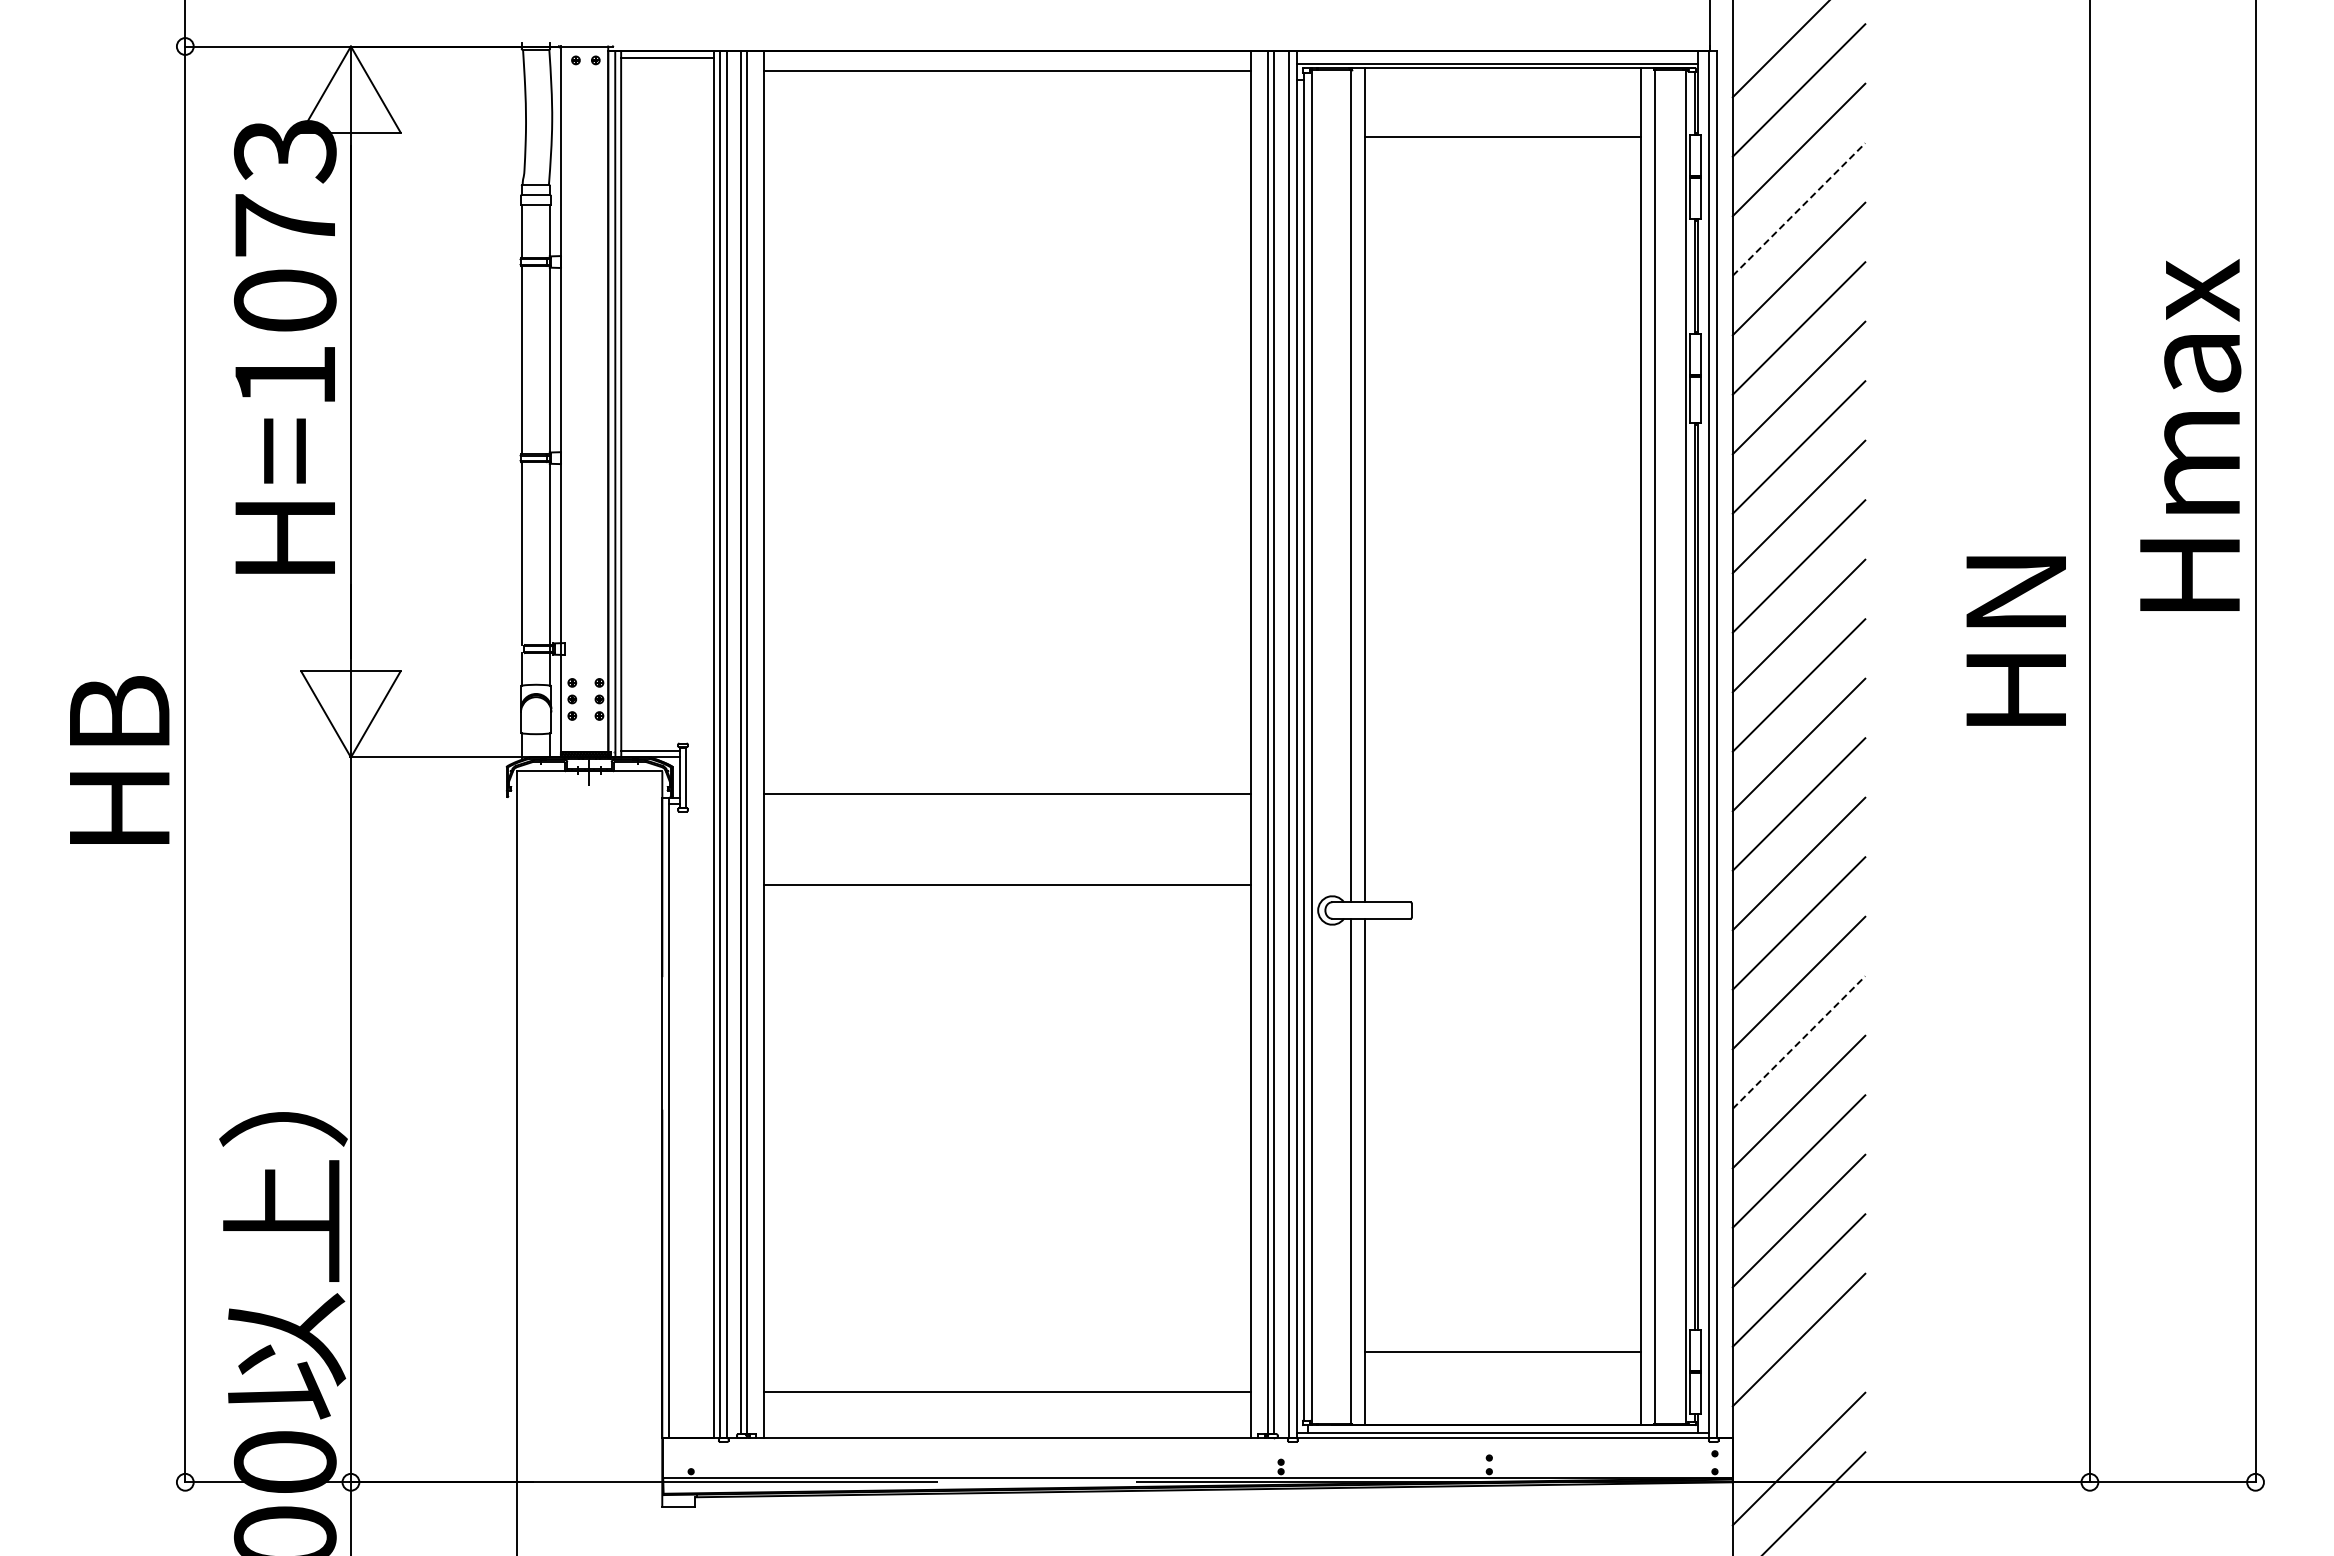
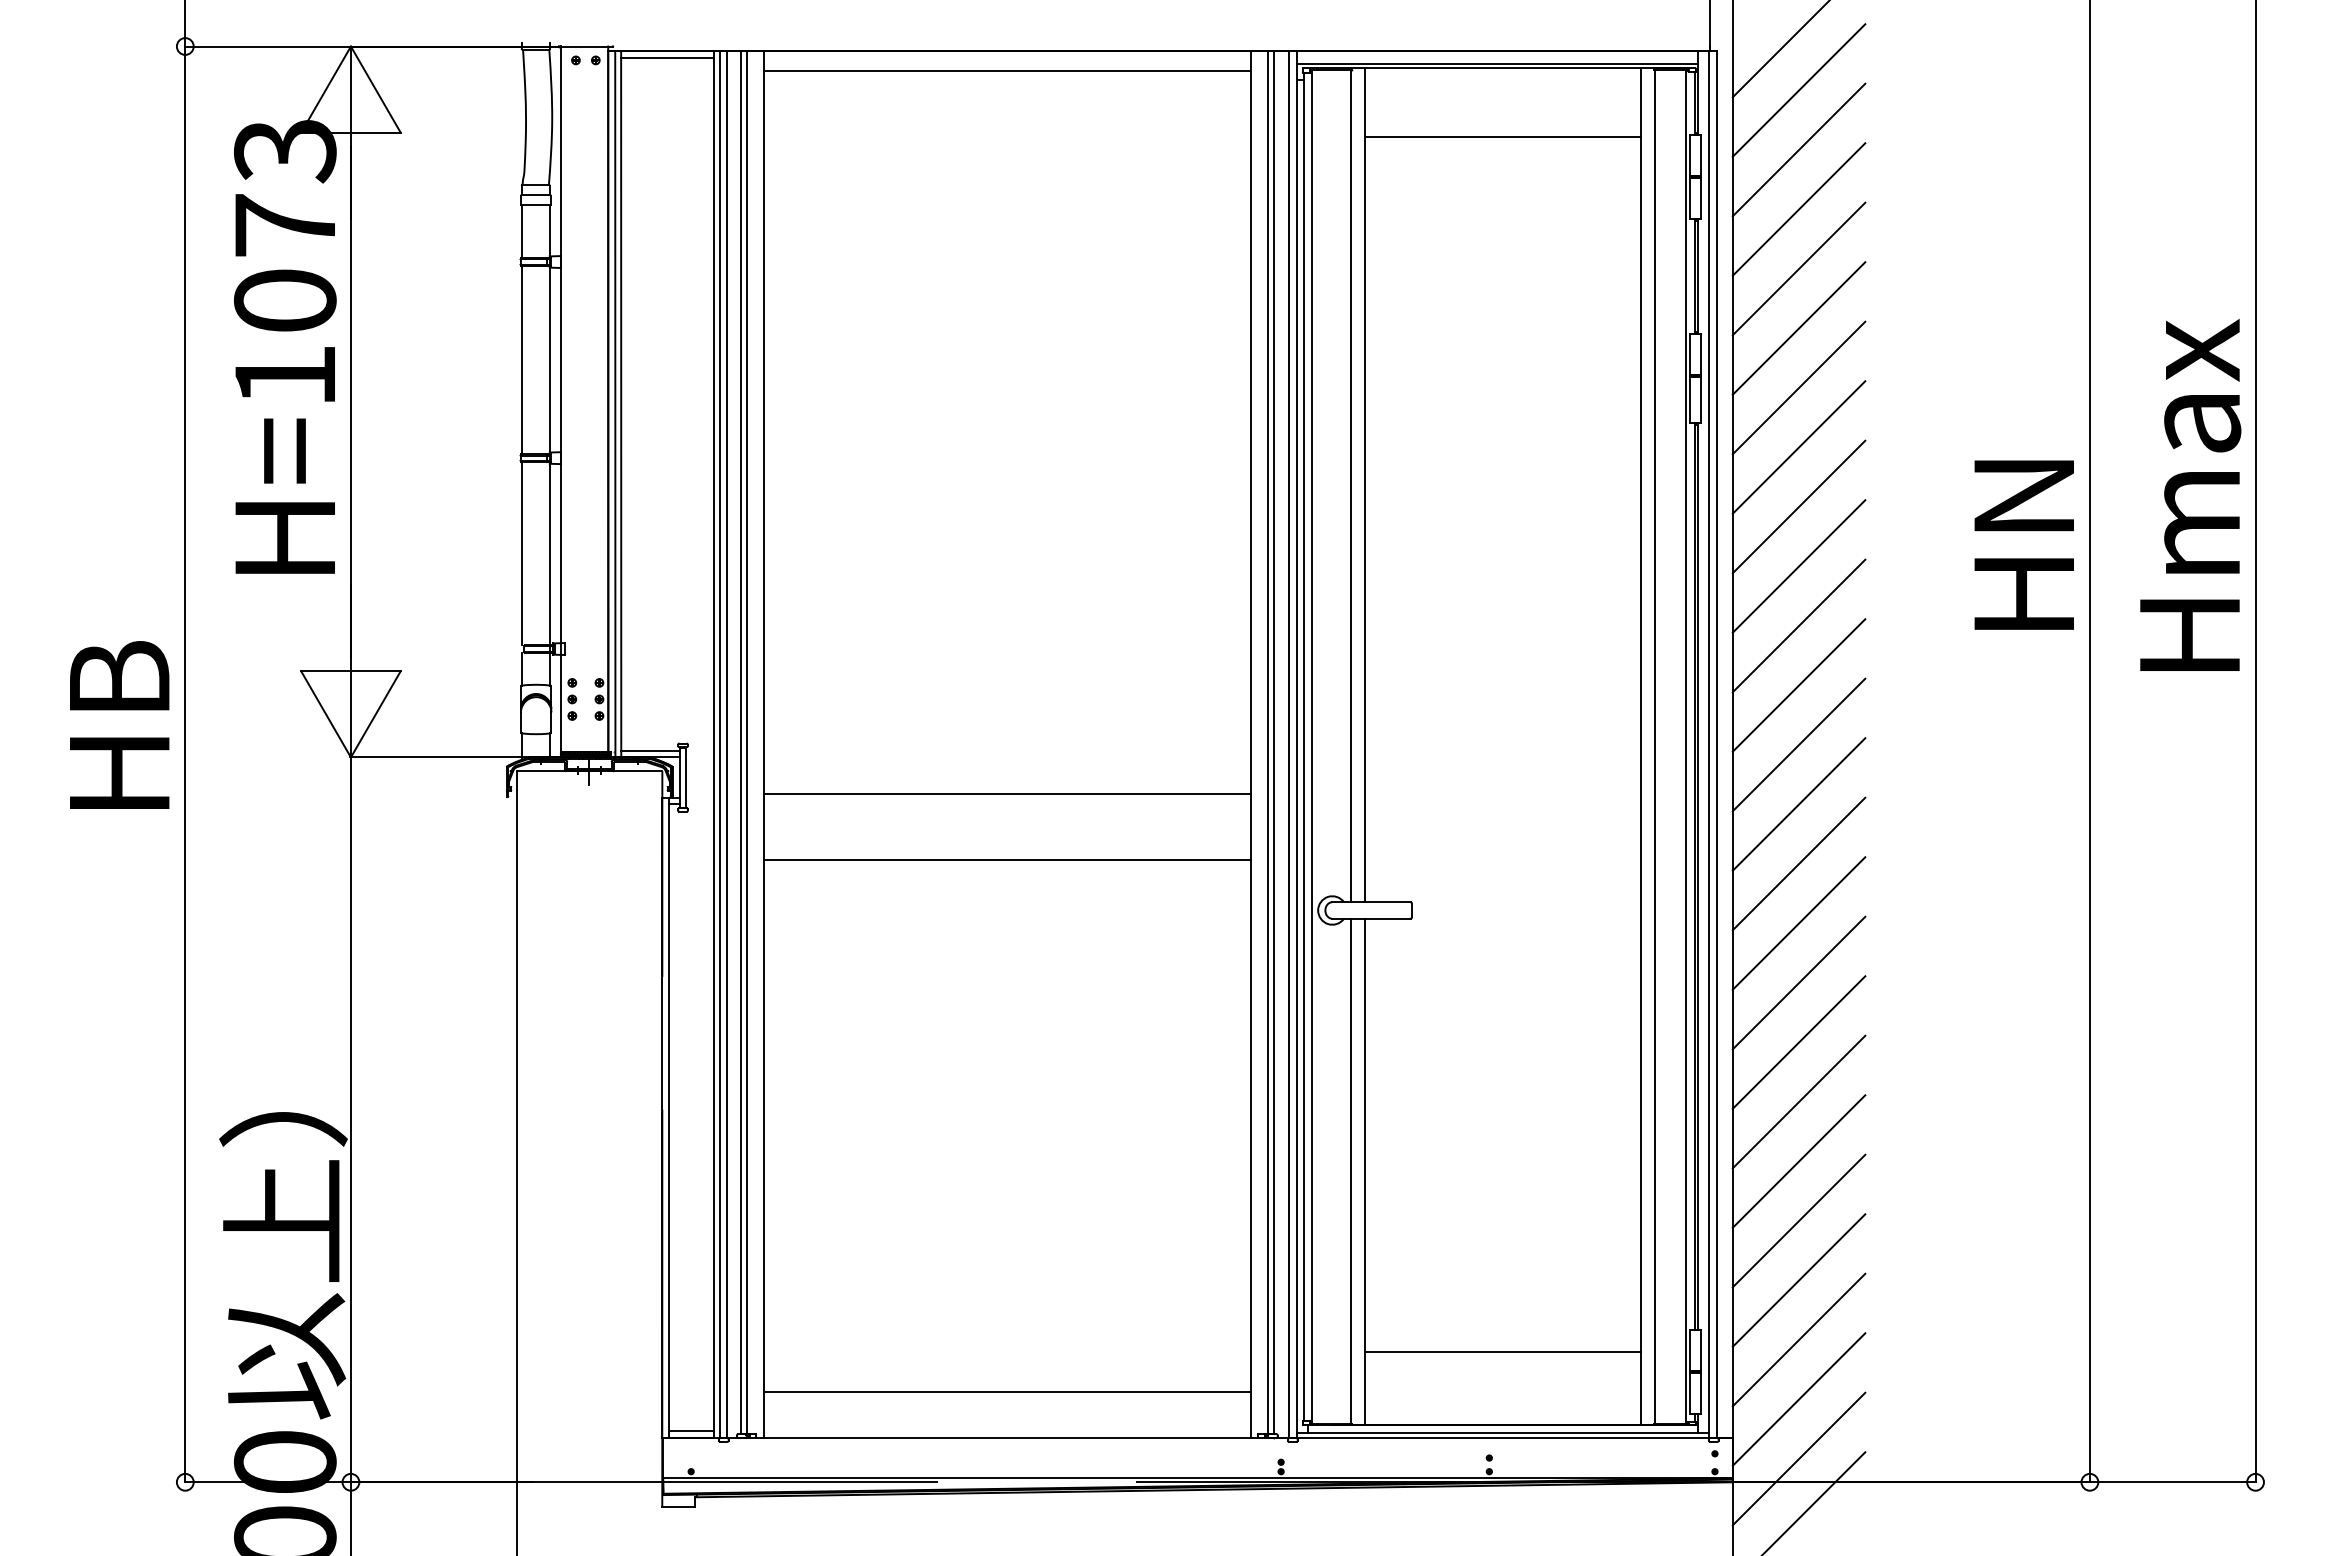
line at (1799, 209): dashed -> solid
text at (2190, 434) position: (2190, 434) -> (2190, 494)
text at (2015, 640) position: (2015, 640) -> (2023, 544)
text at (119, 759) position: (119, 759) -> (119, 724)
line at (1007, 885) position: (1007, 885) -> (1007, 860)
line at (1799, 1042): dashed -> solid
line at (1798, 1399): none -> present
line at (691, 1431): none -> present
